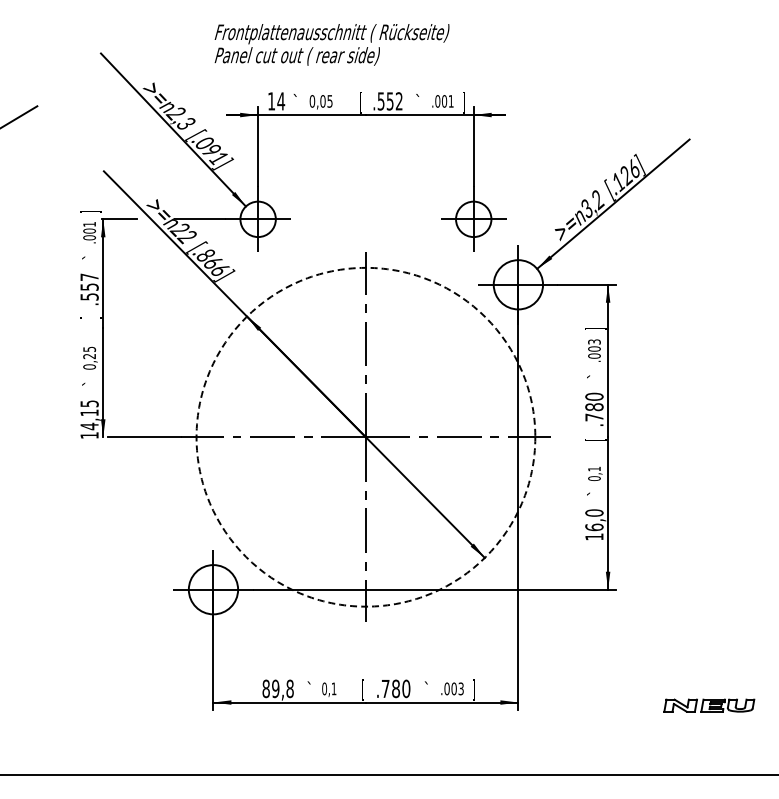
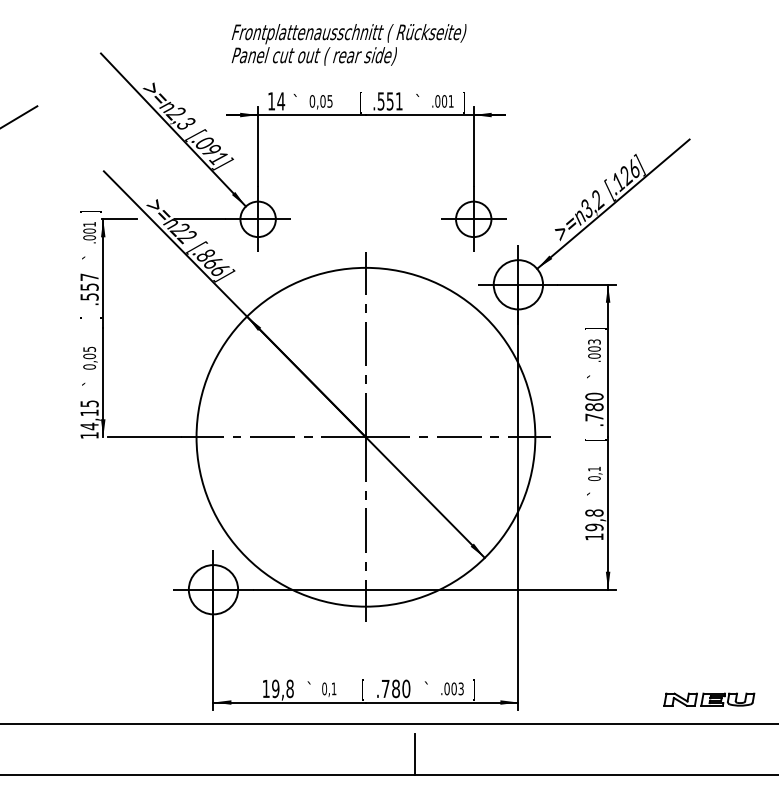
text at (331, 44) position: (331, 44) -> (348, 44)
text at (398, 101): .552 -> .551
text at (89, 356): 0,25 -> 0,05
circle at (365, 436): dashed -> solid
text at (594, 520): 16,0 -> 19,8
text at (265, 688): 89,8 -> 19,8
part at (709, 705) position: (709, 705) -> (709, 699)
line at (388, 723): none -> present
line at (415, 754): none -> present
